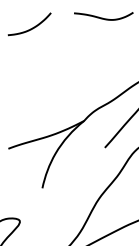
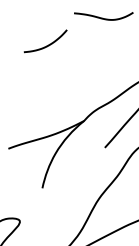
curve at (30, 28) position: (30, 28) -> (46, 45)
